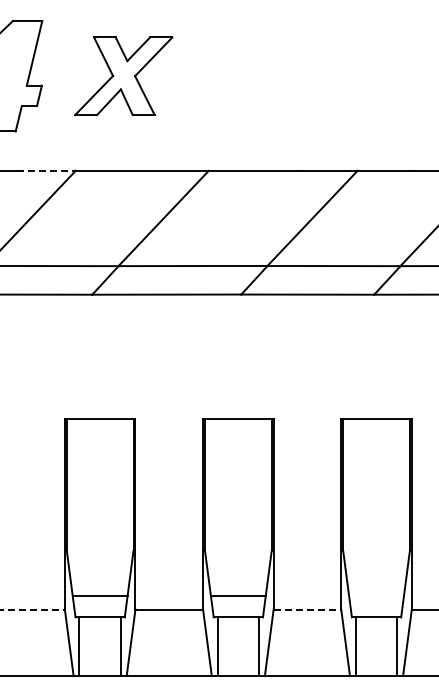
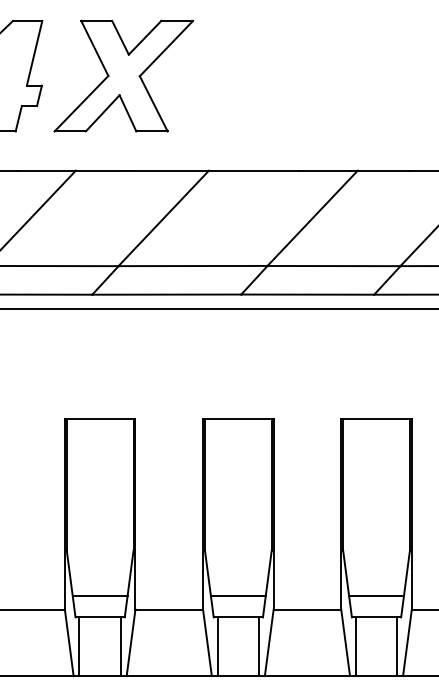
part at (123, 75) size: 100x80 px -> 142x114 px
line at (47, 170): dashed -> solid
line at (218, 308): none -> present
line at (376, 596): none -> present
line at (33, 609): dashed -> solid
line at (307, 609): dashed -> solid
